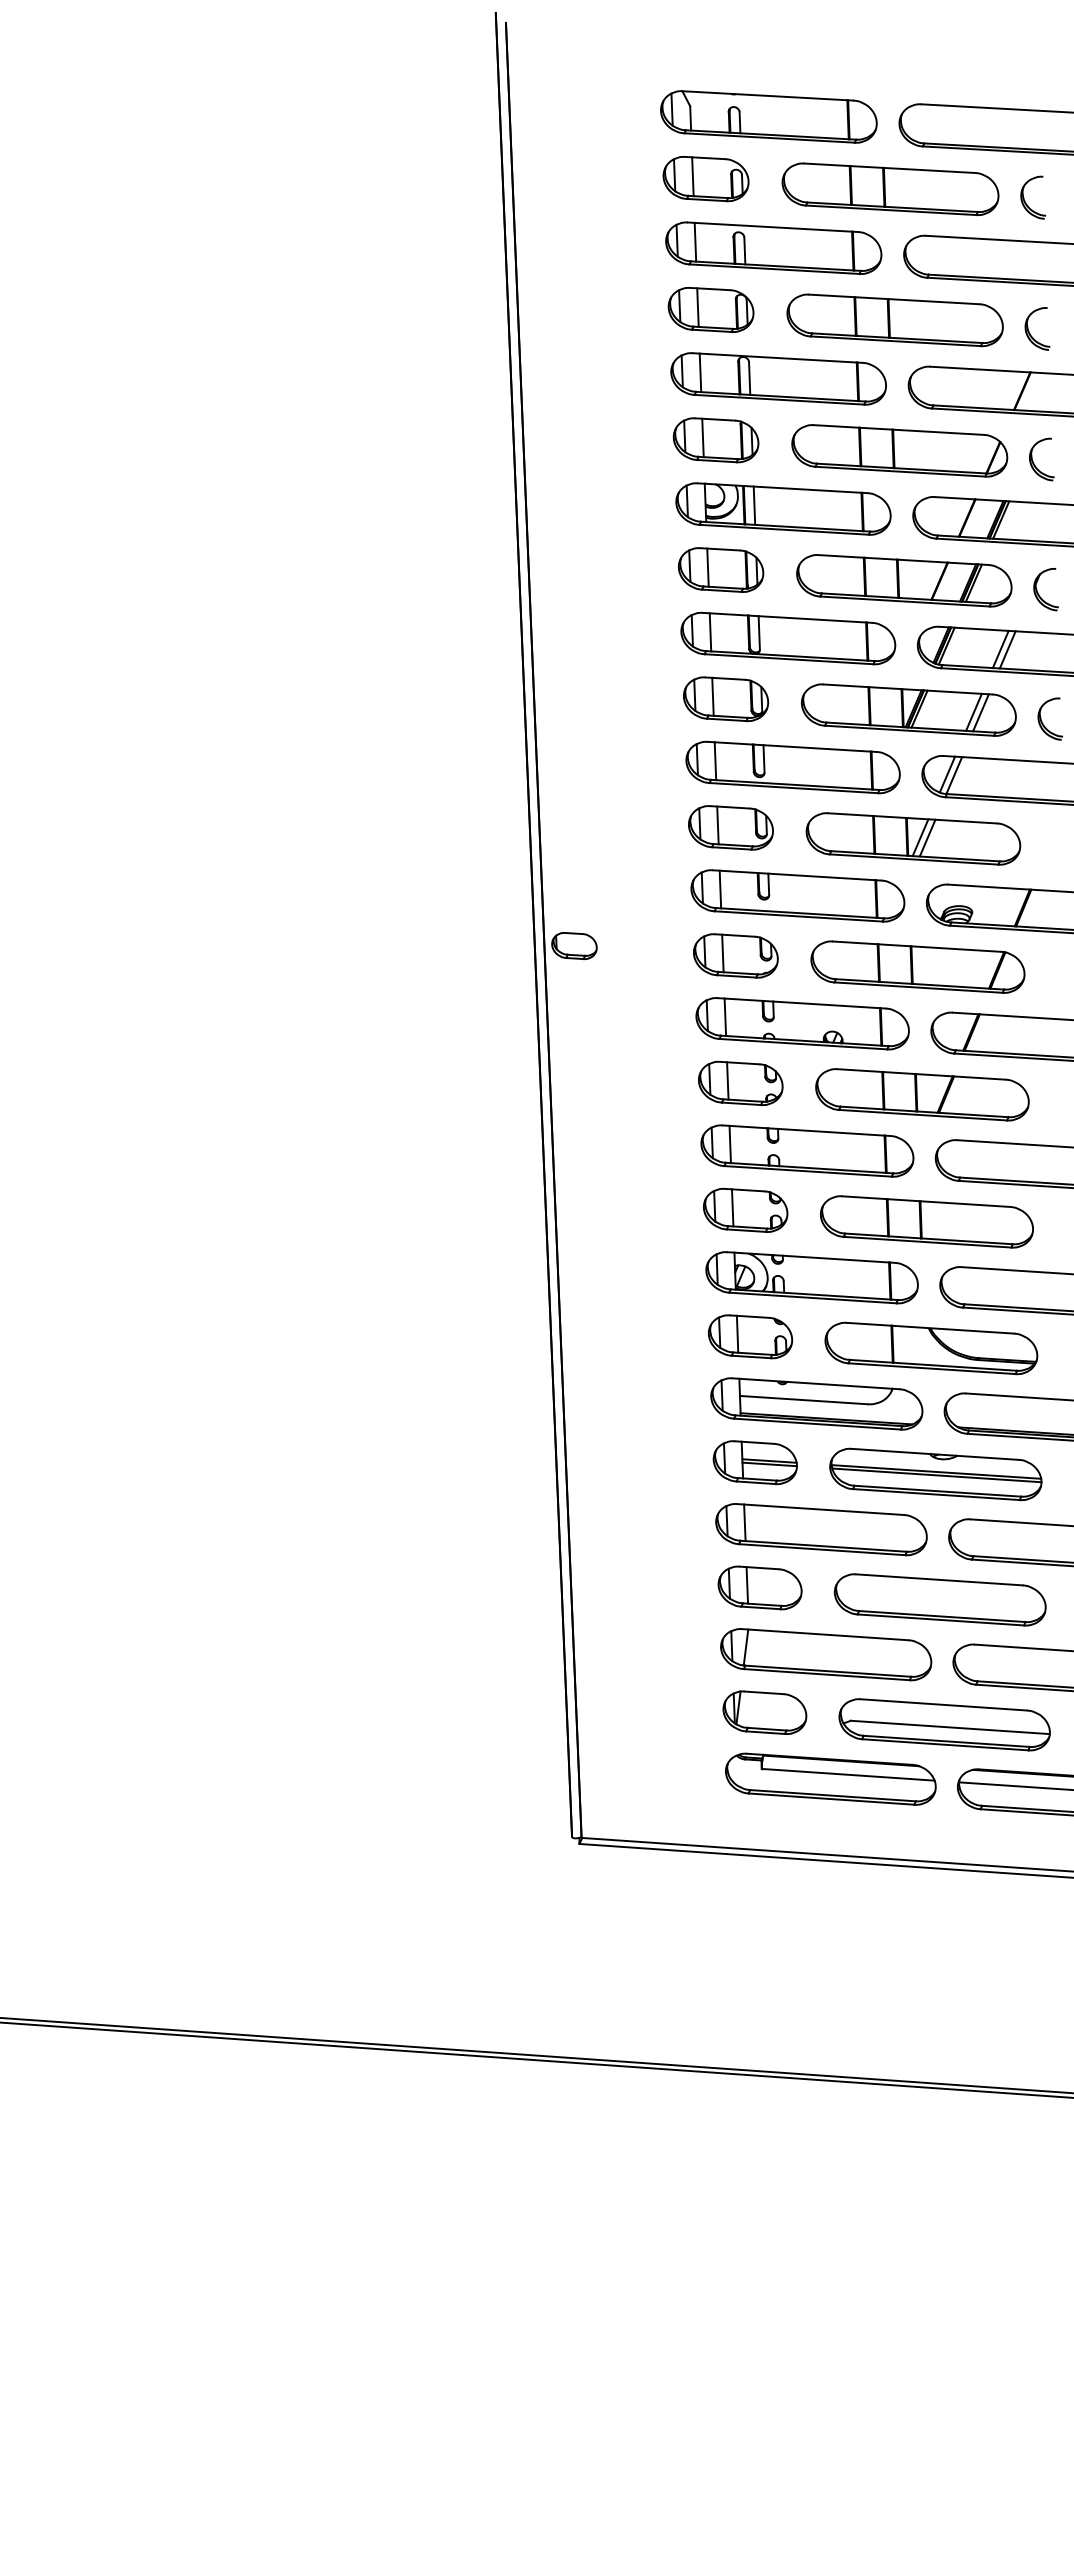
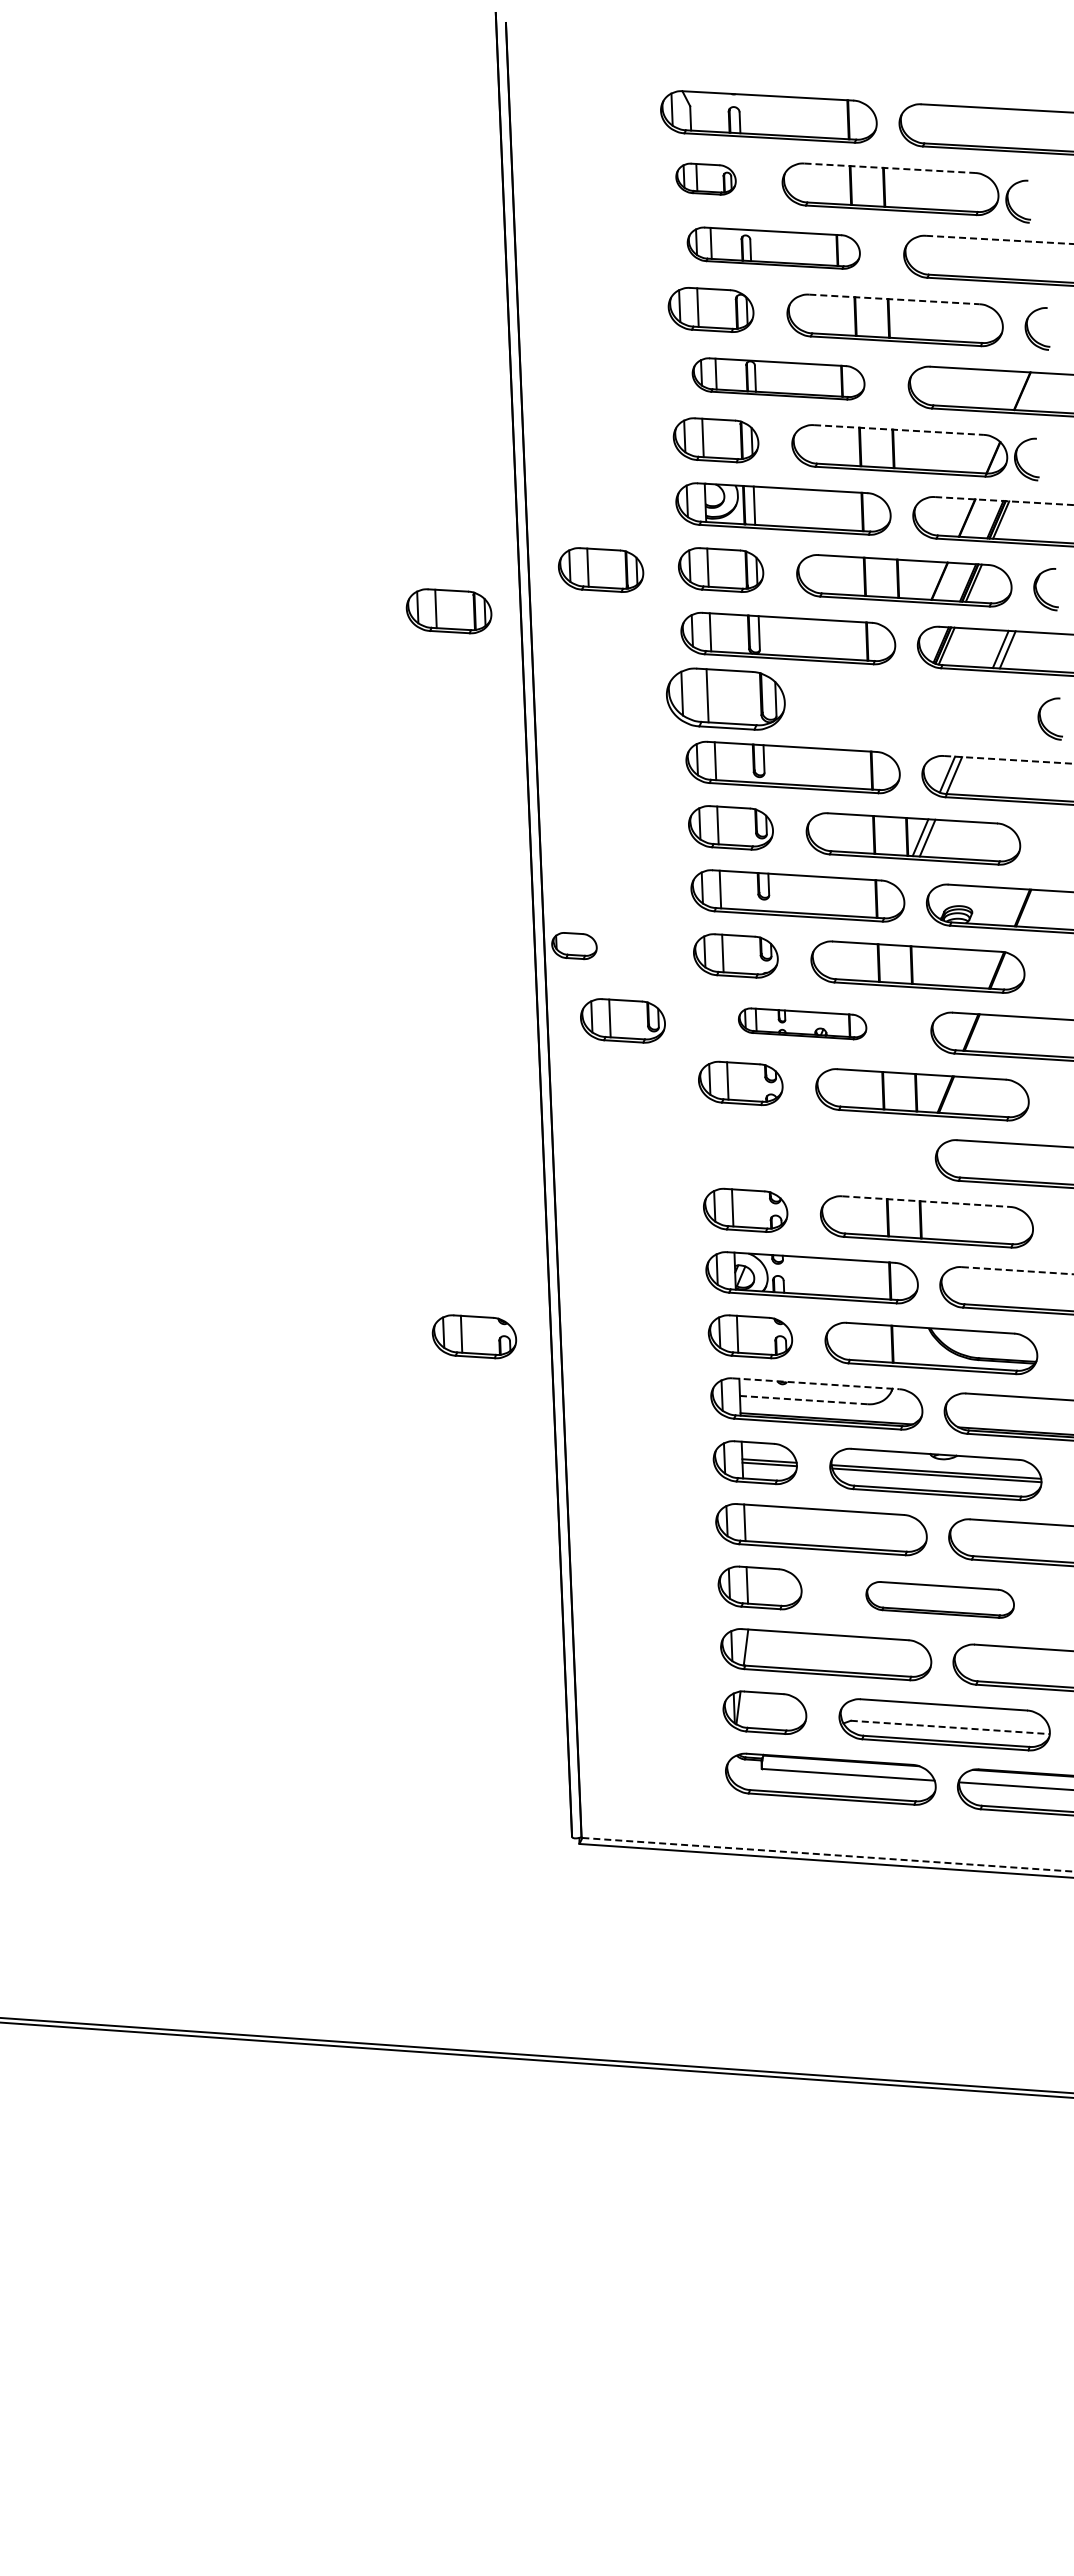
line at (890, 168): solid -> dashed
part at (705, 179) size: 88x47 px -> 62x34 px
part at (1025, 200) position: (1025, 200) -> (1010, 204)
line at (999, 239): solid -> dashed
part at (773, 247) size: 218x54 px -> 175x44 px
line at (894, 299): solid -> dashed
part at (778, 378) size: 217x54 px -> 175x44 px
line at (899, 430): solid -> dashed
part at (1033, 460) position: (1033, 460) -> (1018, 460)
line at (1004, 501): solid -> dashed
part at (601, 569): none -> present
part at (448, 611): none -> present
part at (726, 699) size: 87x47 px -> 120x64 px
part at (908, 709): present -> none
line at (1008, 759): solid -> dashed
part at (622, 1020): none -> present
part at (802, 1023) size: 215x54 px -> 130x34 px
part at (807, 1150): present -> none
line at (926, 1201): solid -> dashed
line at (1017, 1270): solid -> dashed
part at (474, 1336): none -> present
line at (816, 1383): solid -> dashed
line at (803, 1400): solid -> dashed
part at (939, 1599) size: 214x54 px -> 150x38 px
line at (950, 1727): solid -> dashed
line at (827, 1854): solid -> dashed
